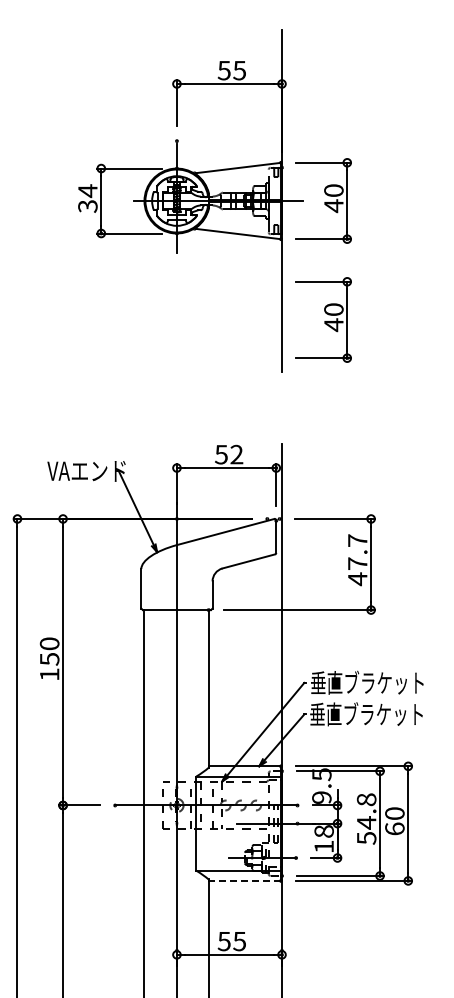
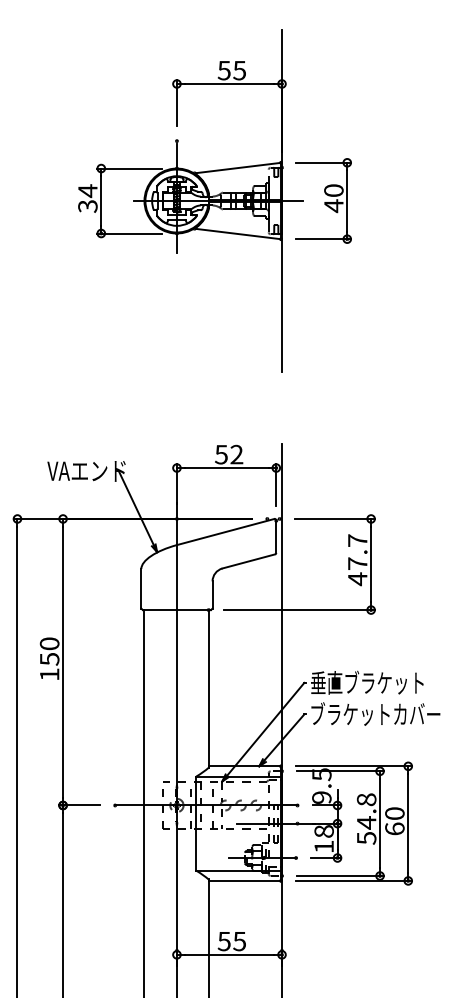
part at (323, 319): present -> none
text at (375, 714): 垂直ブラケット -> ブラケットカバー
line at (244, 880): dashed -> solid
